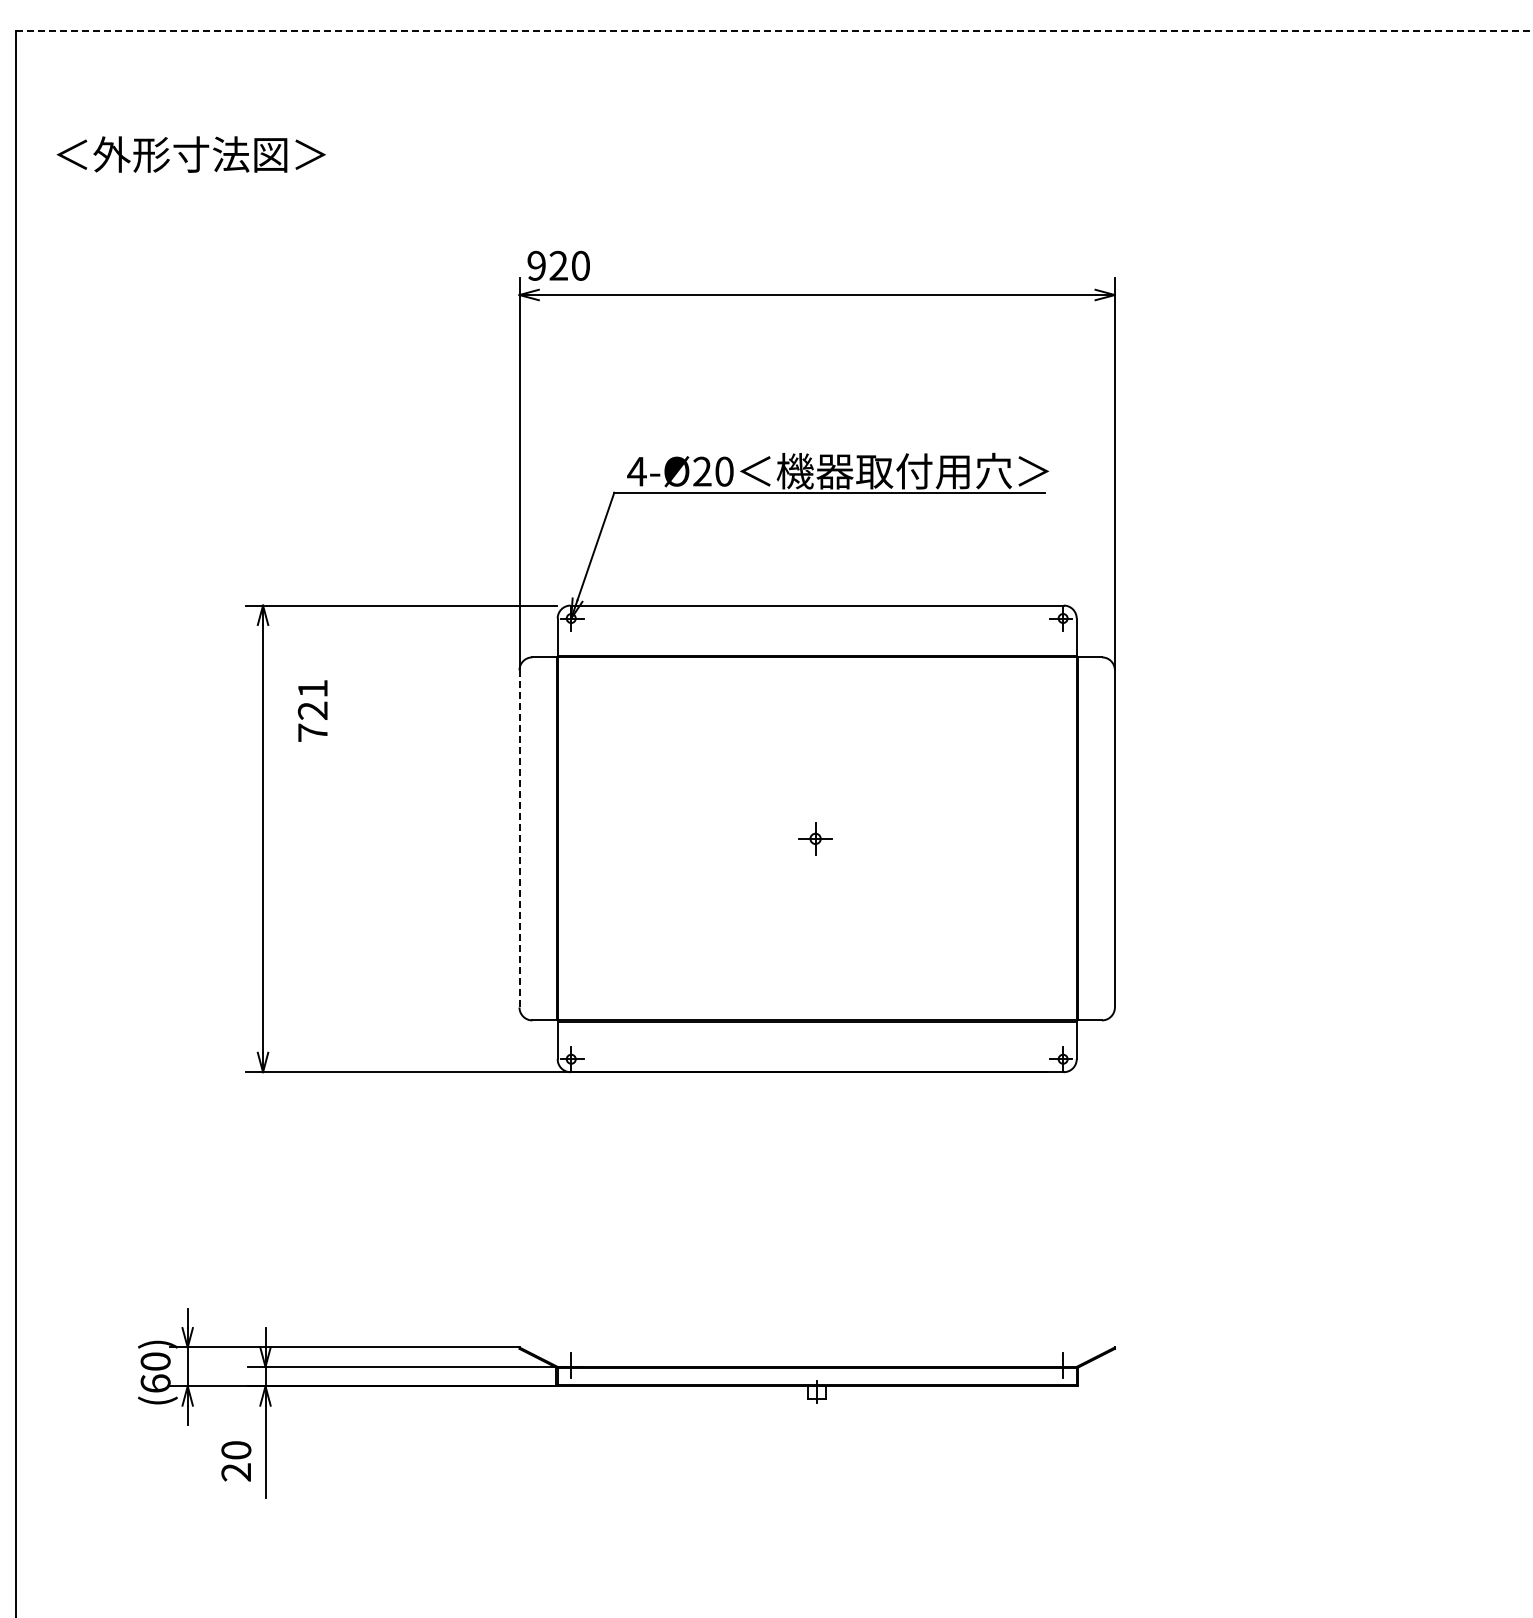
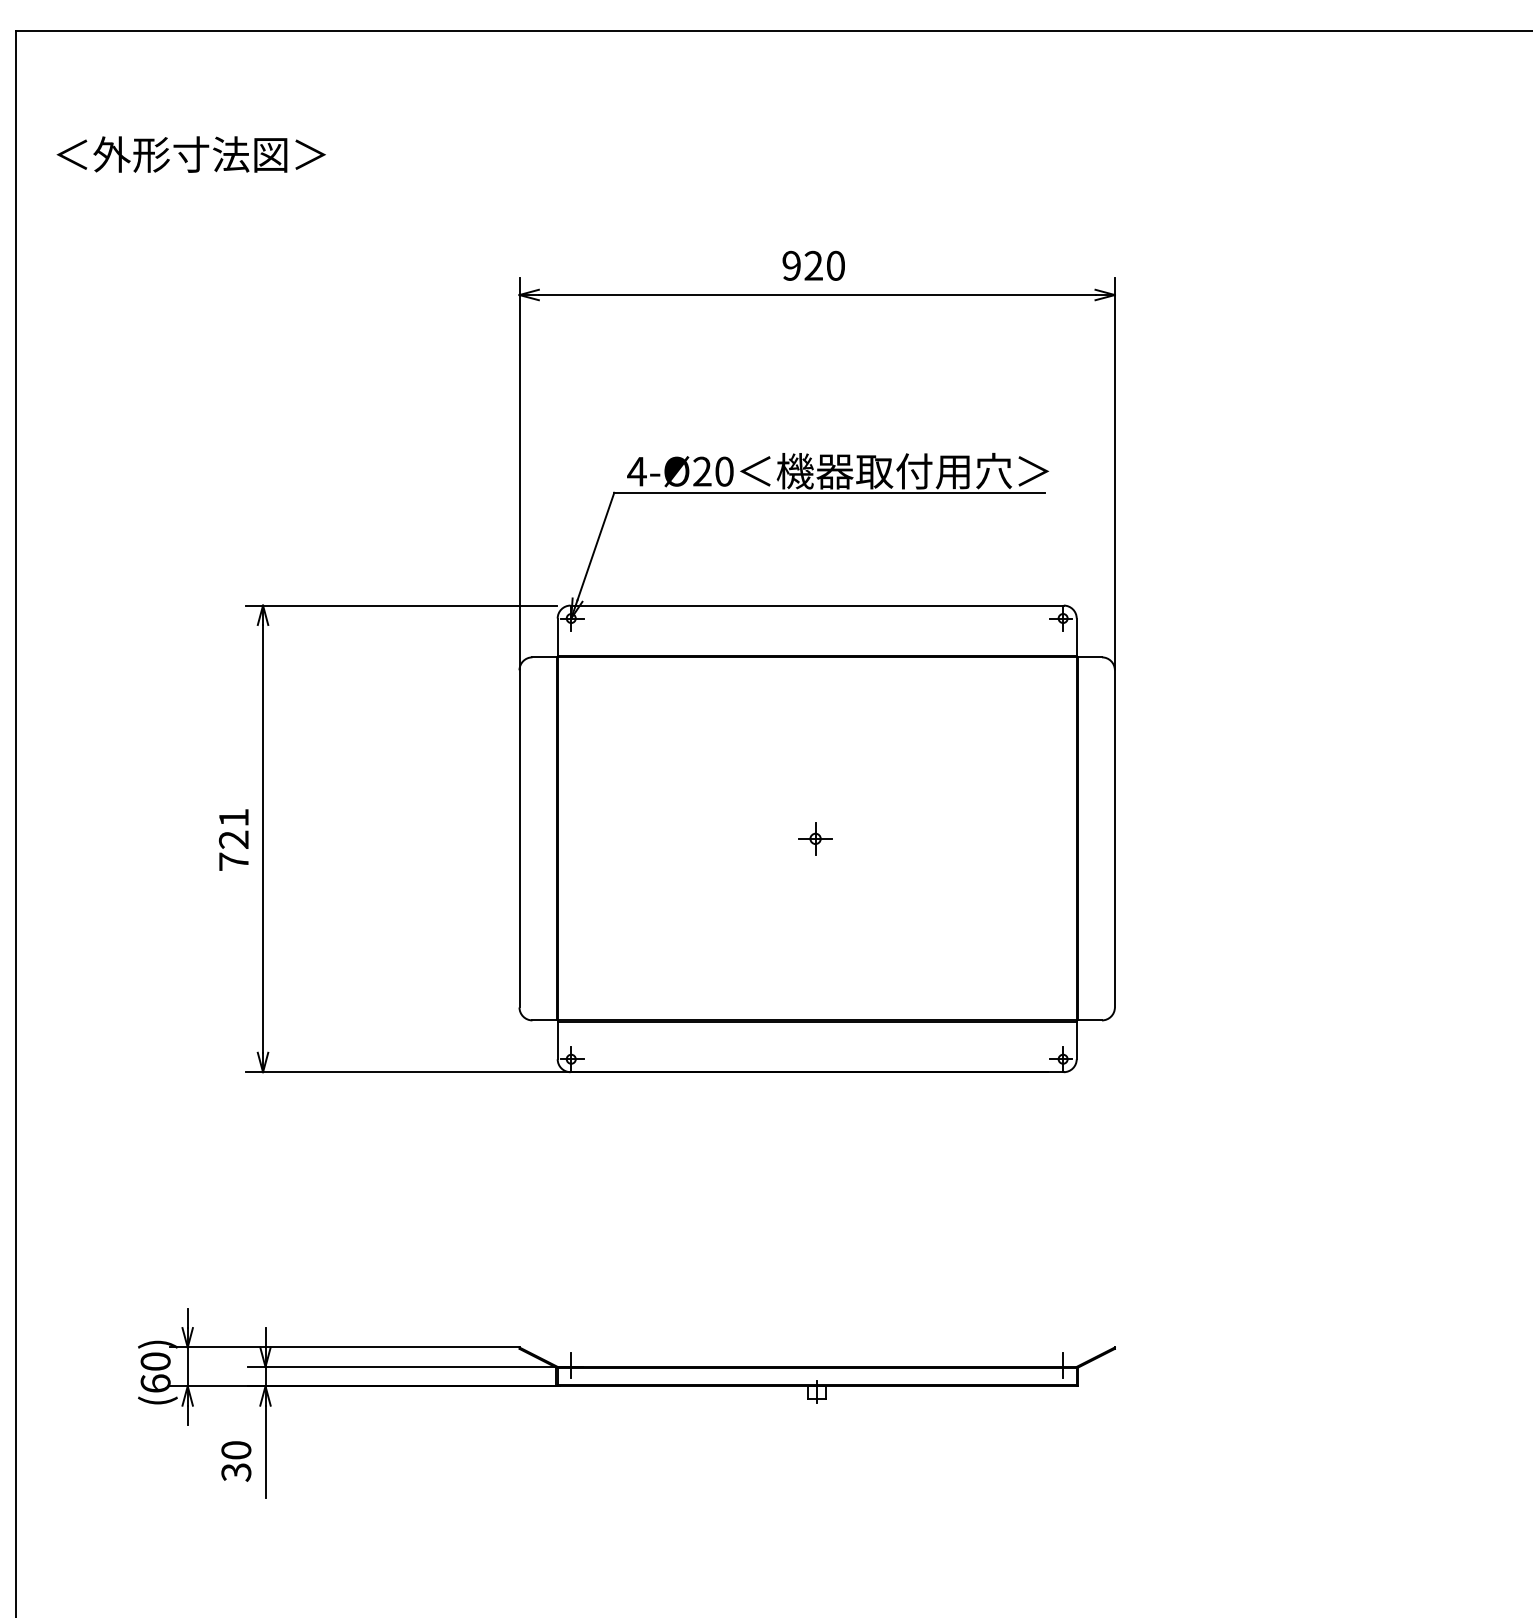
line at (775, 30): dashed -> solid
text at (558, 265) position: (558, 265) -> (813, 265)
text at (312, 710) position: (312, 710) -> (233, 839)
line at (519, 838): dashed -> solid
text at (236, 1472): 20 -> 30
